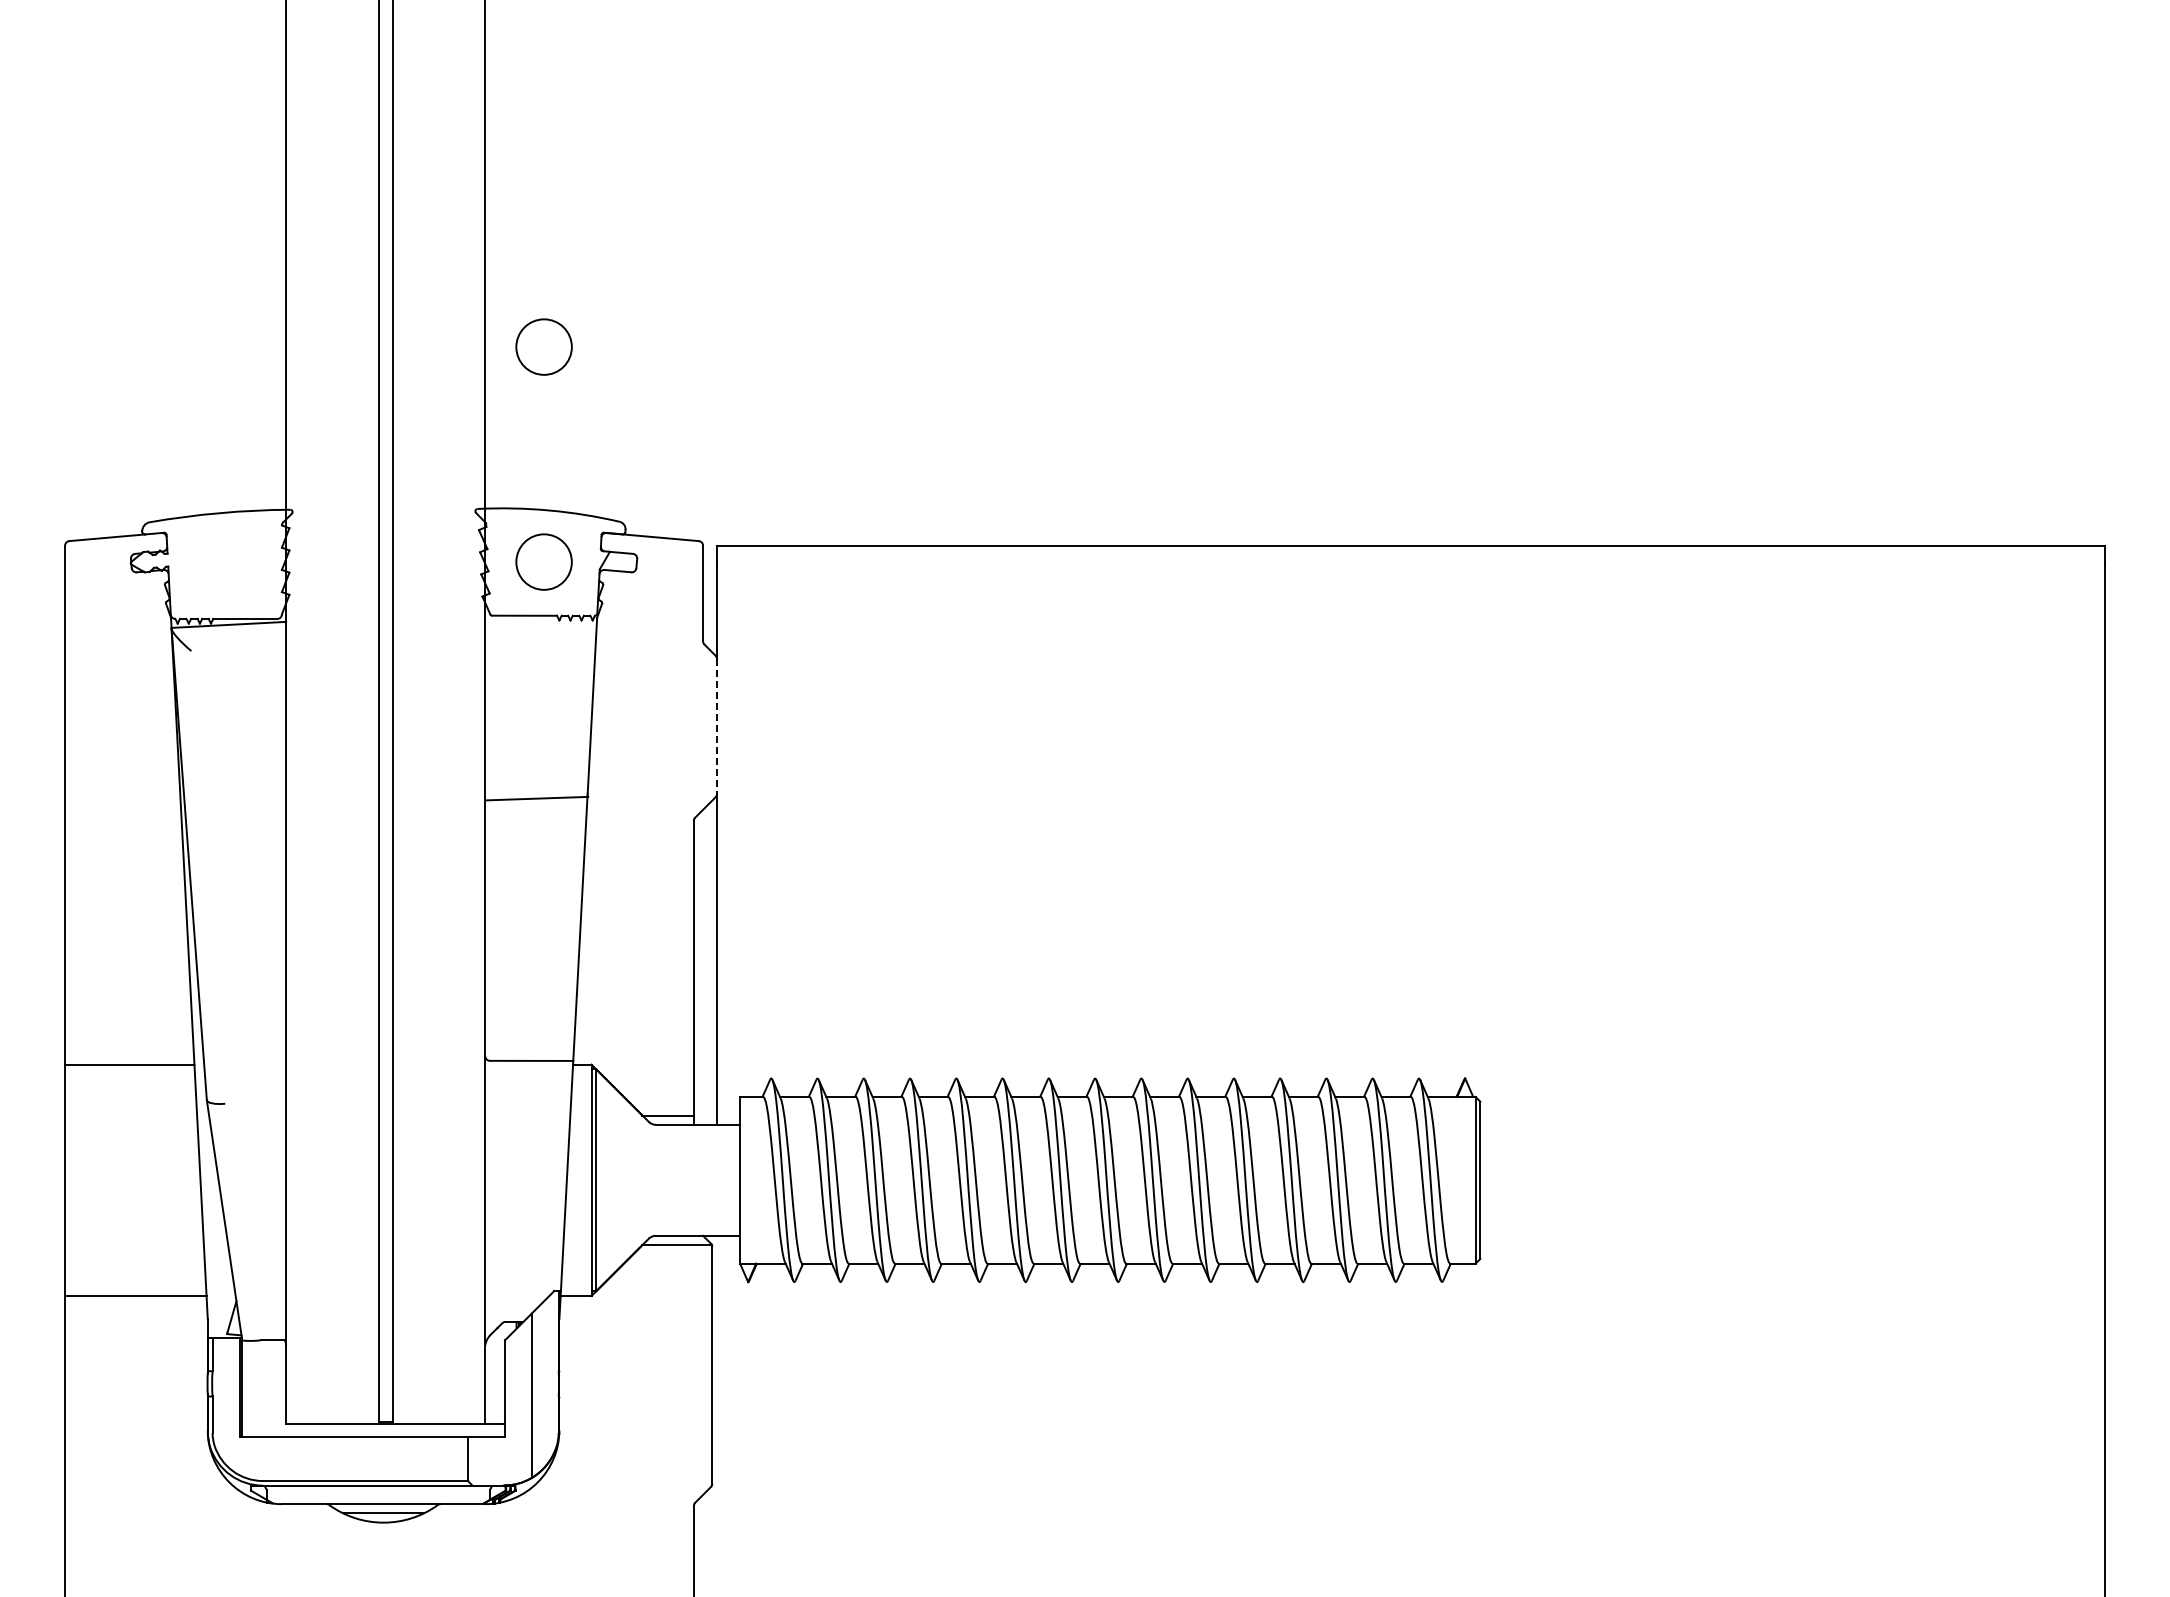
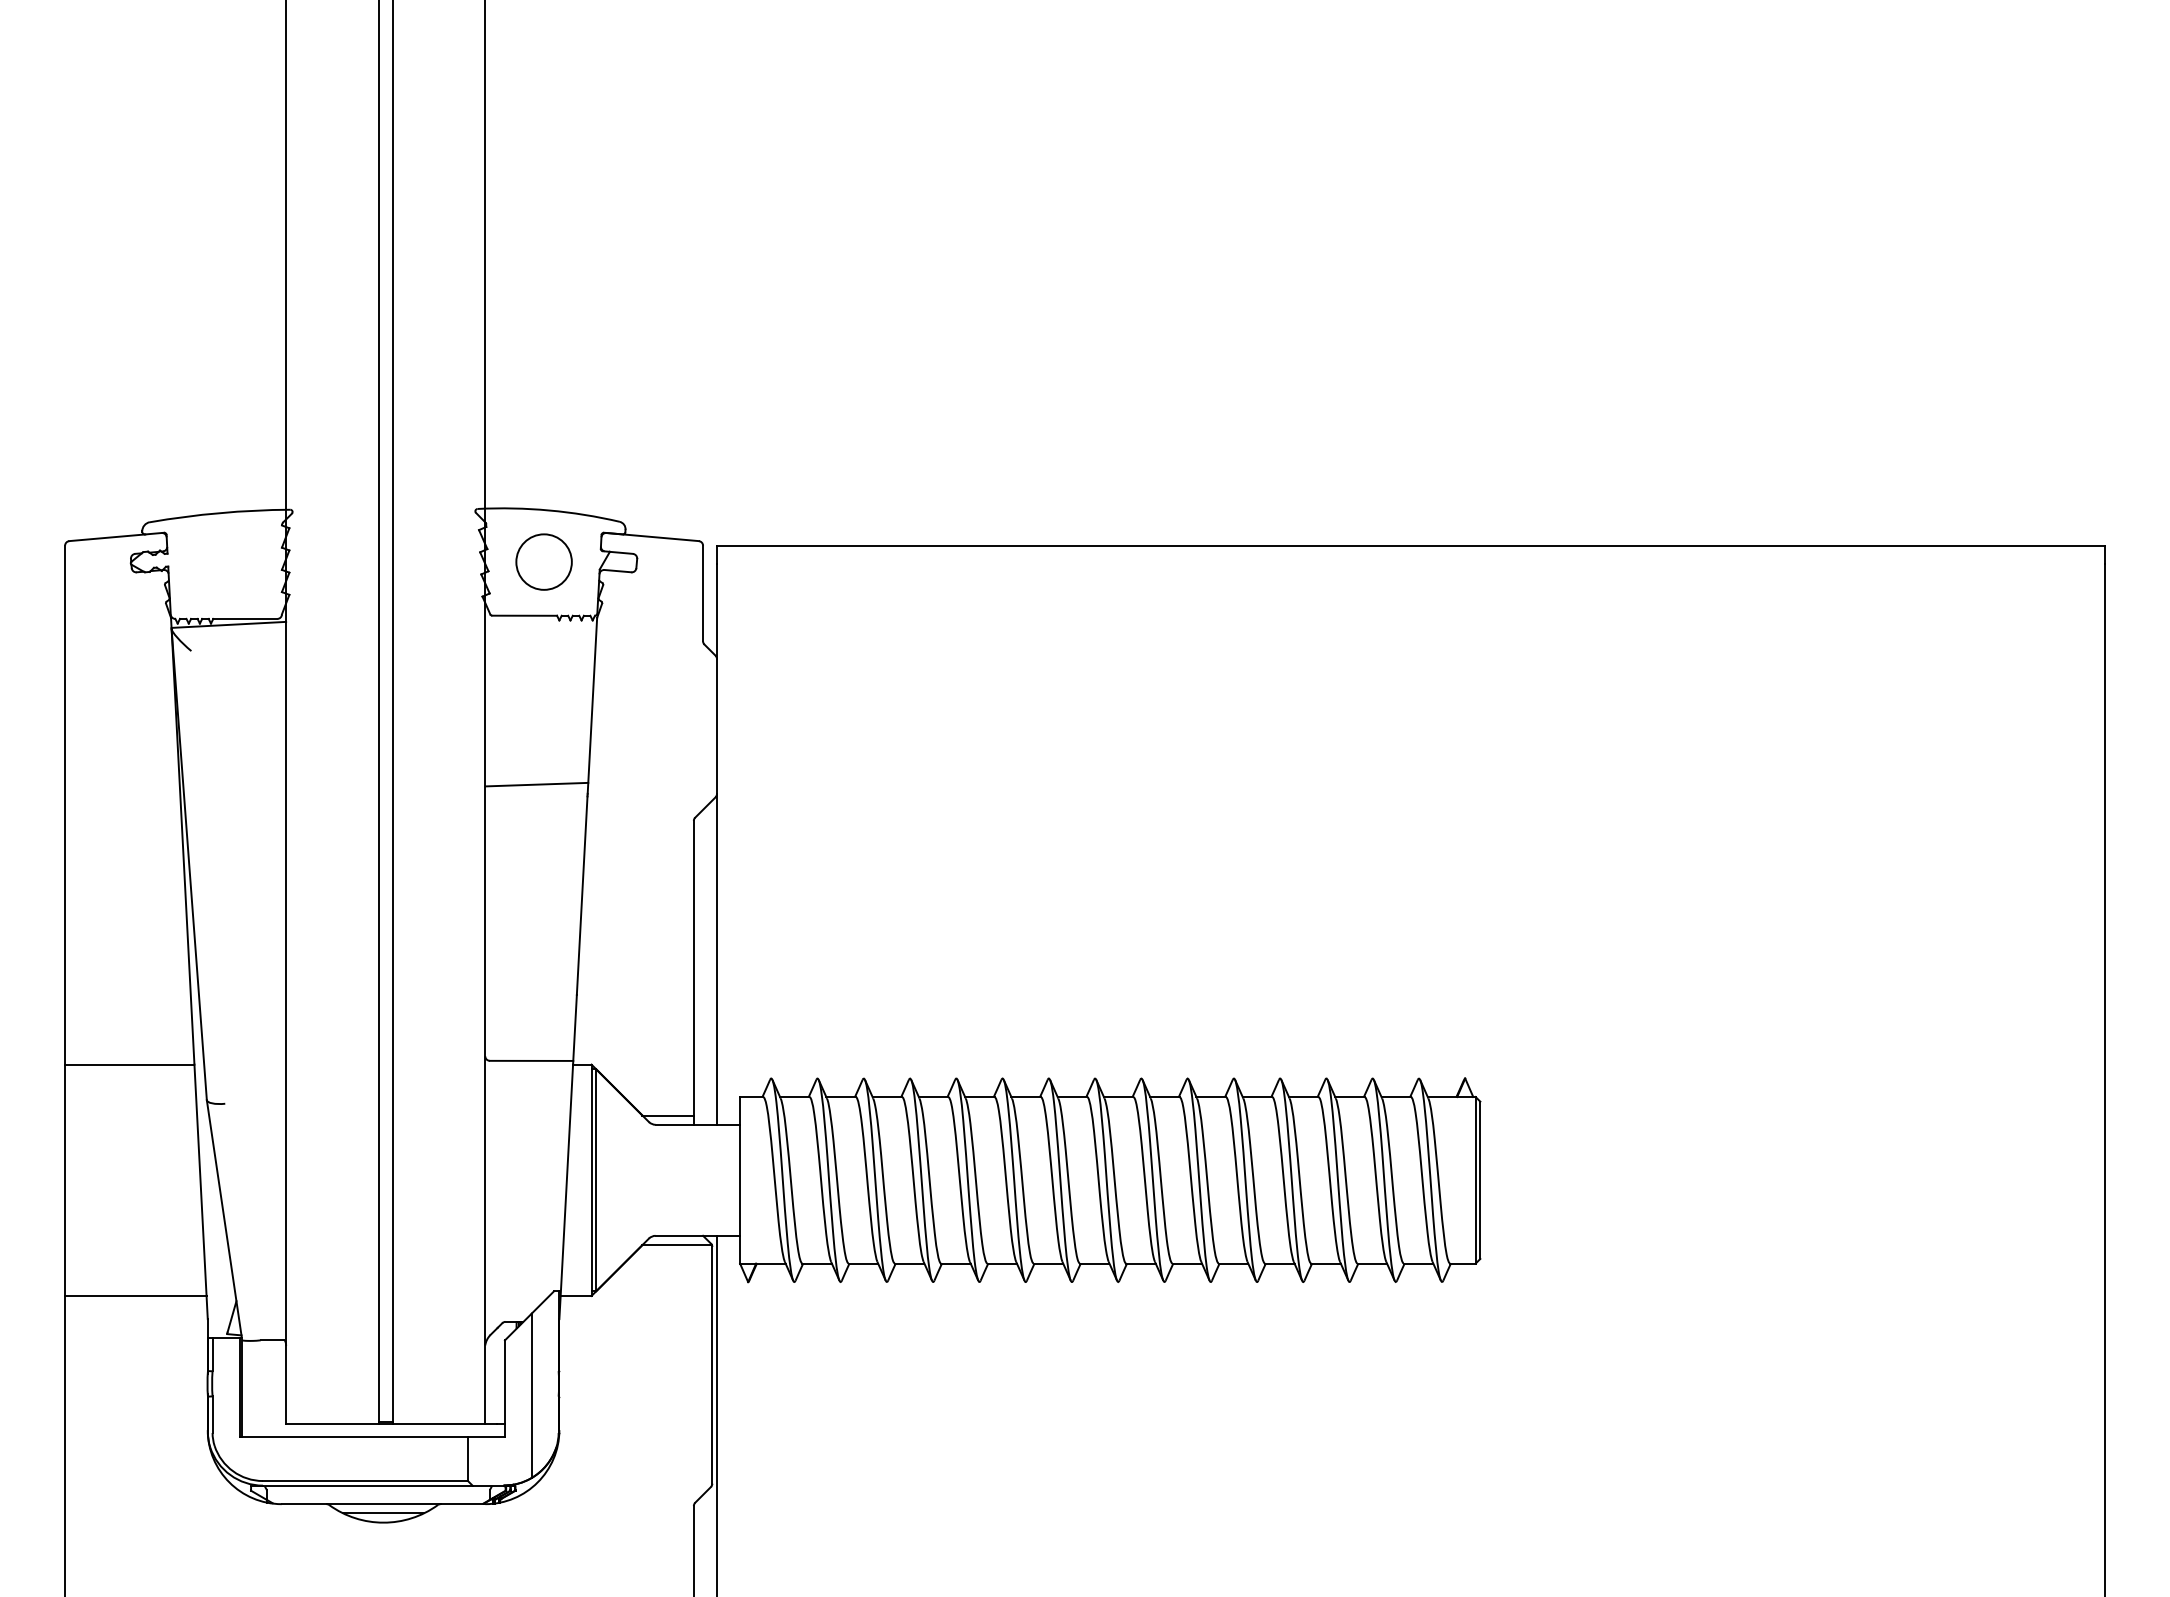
circle at (543, 346): present -> none
line at (716, 727): dashed -> solid
line at (536, 798) position: (536, 798) -> (536, 784)
line at (716, 1414): none -> present
